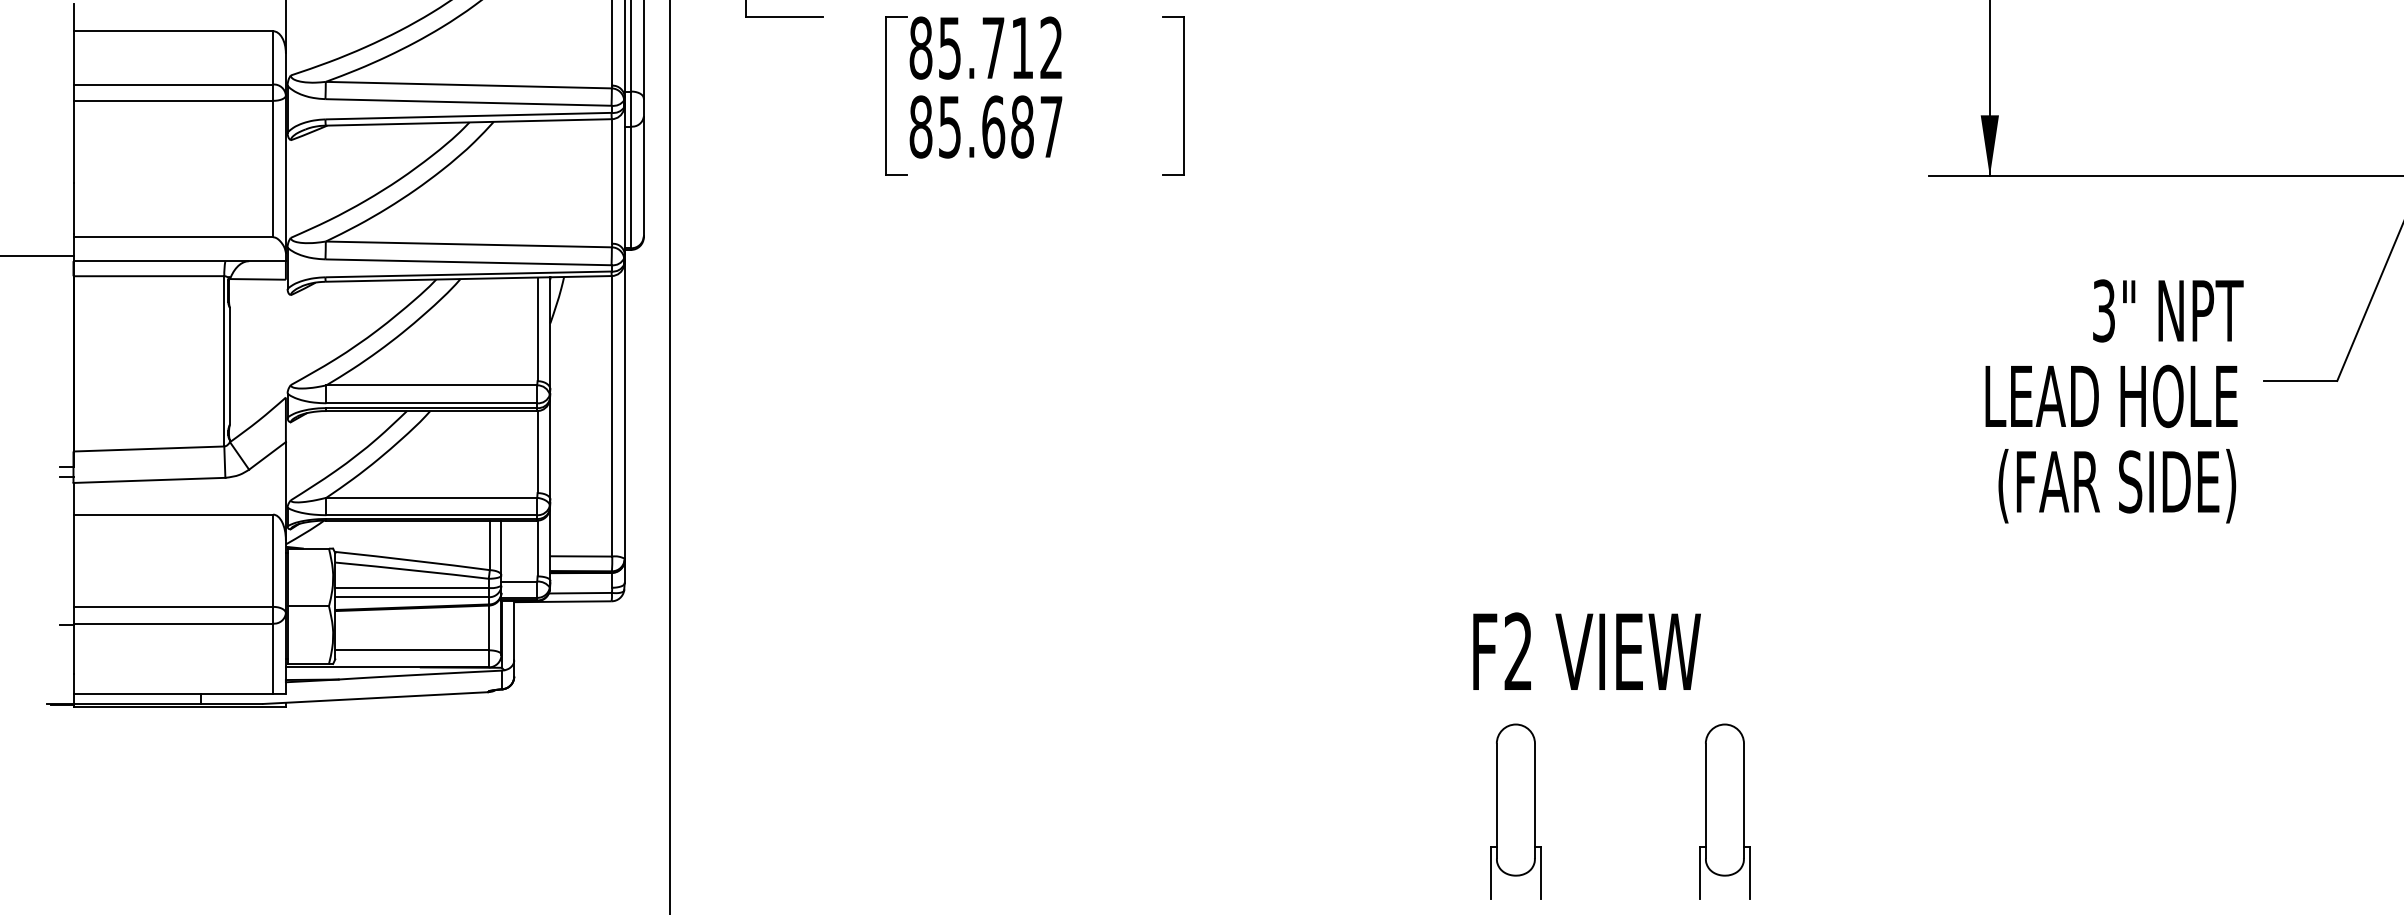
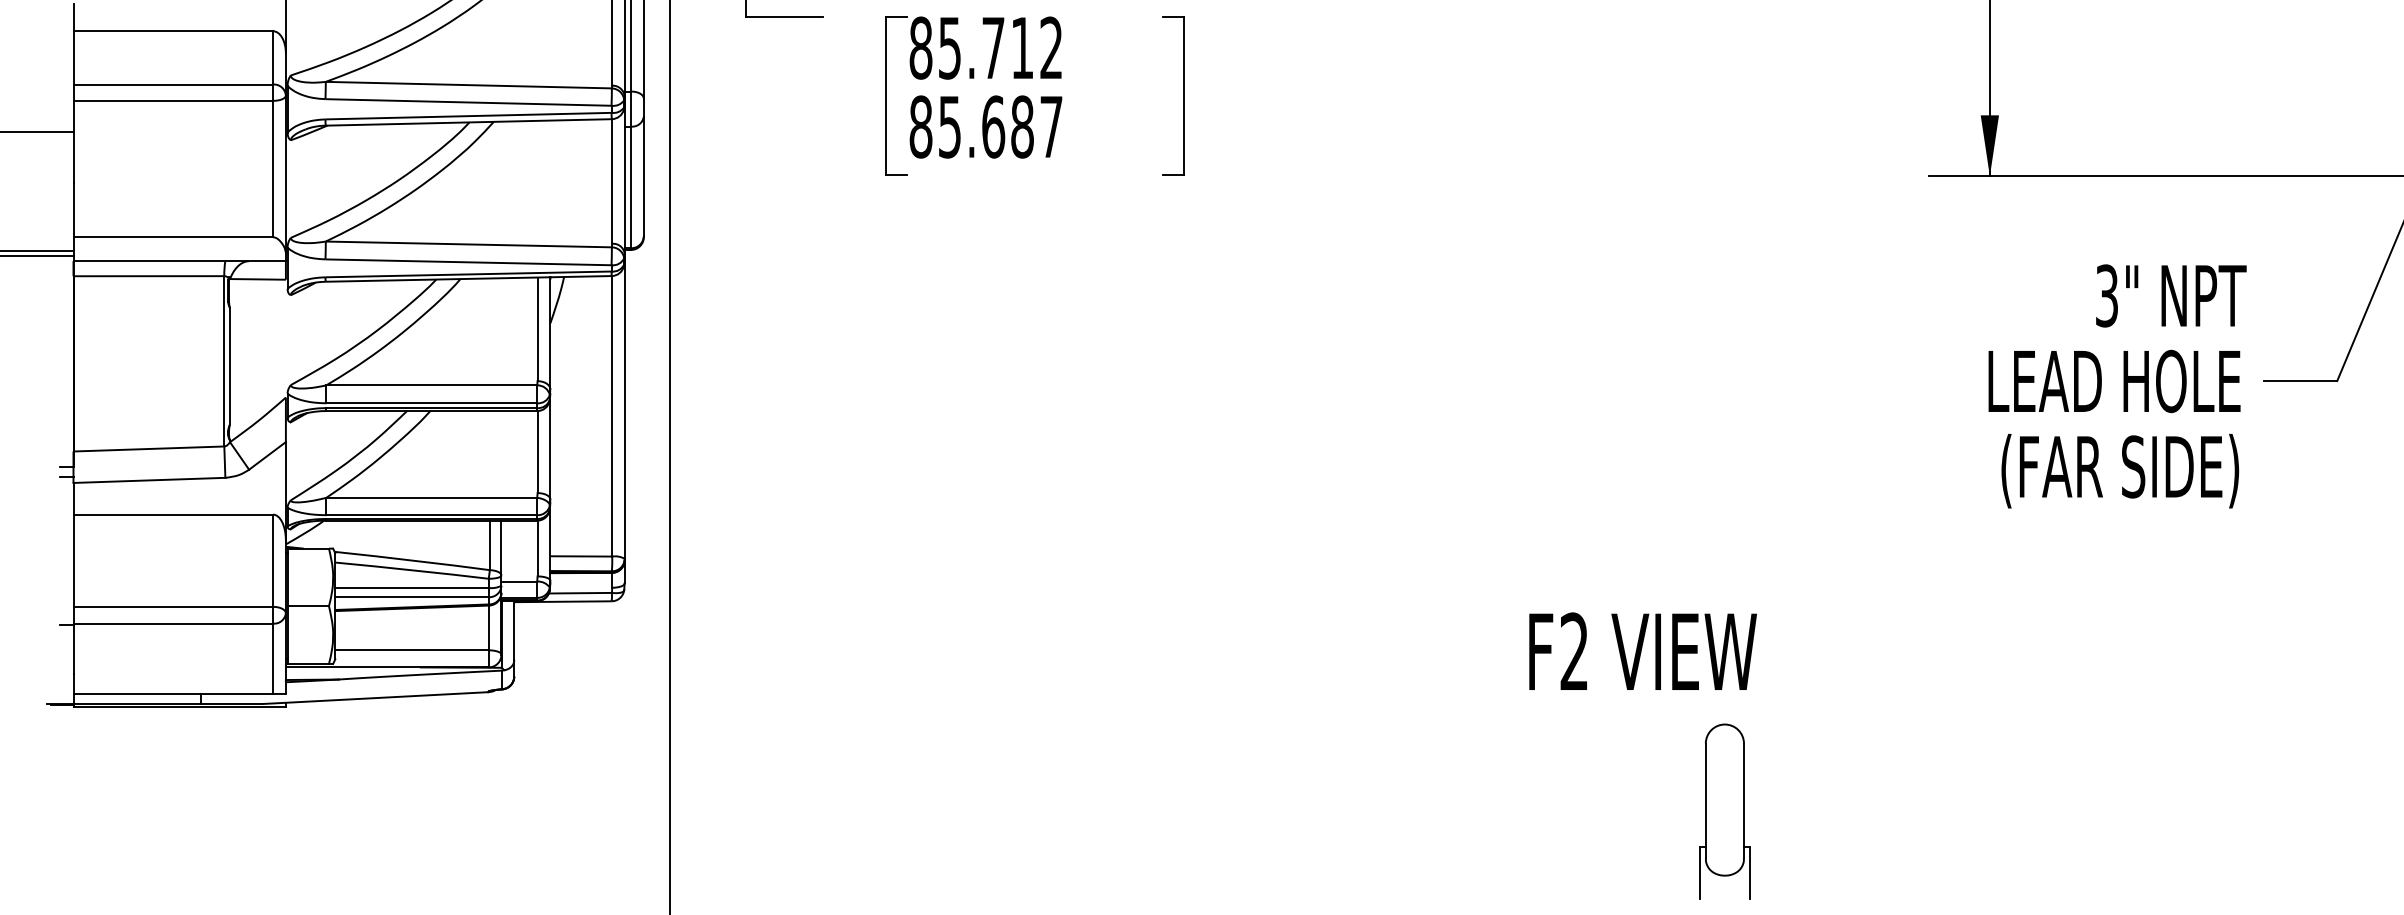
line at (37, 131): none -> present
line at (37, 251): none -> present
text at (2114, 401) position: (2114, 401) -> (2117, 386)
text at (1586, 650) position: (1586, 650) -> (1642, 650)
part at (1515, 811): present -> none
